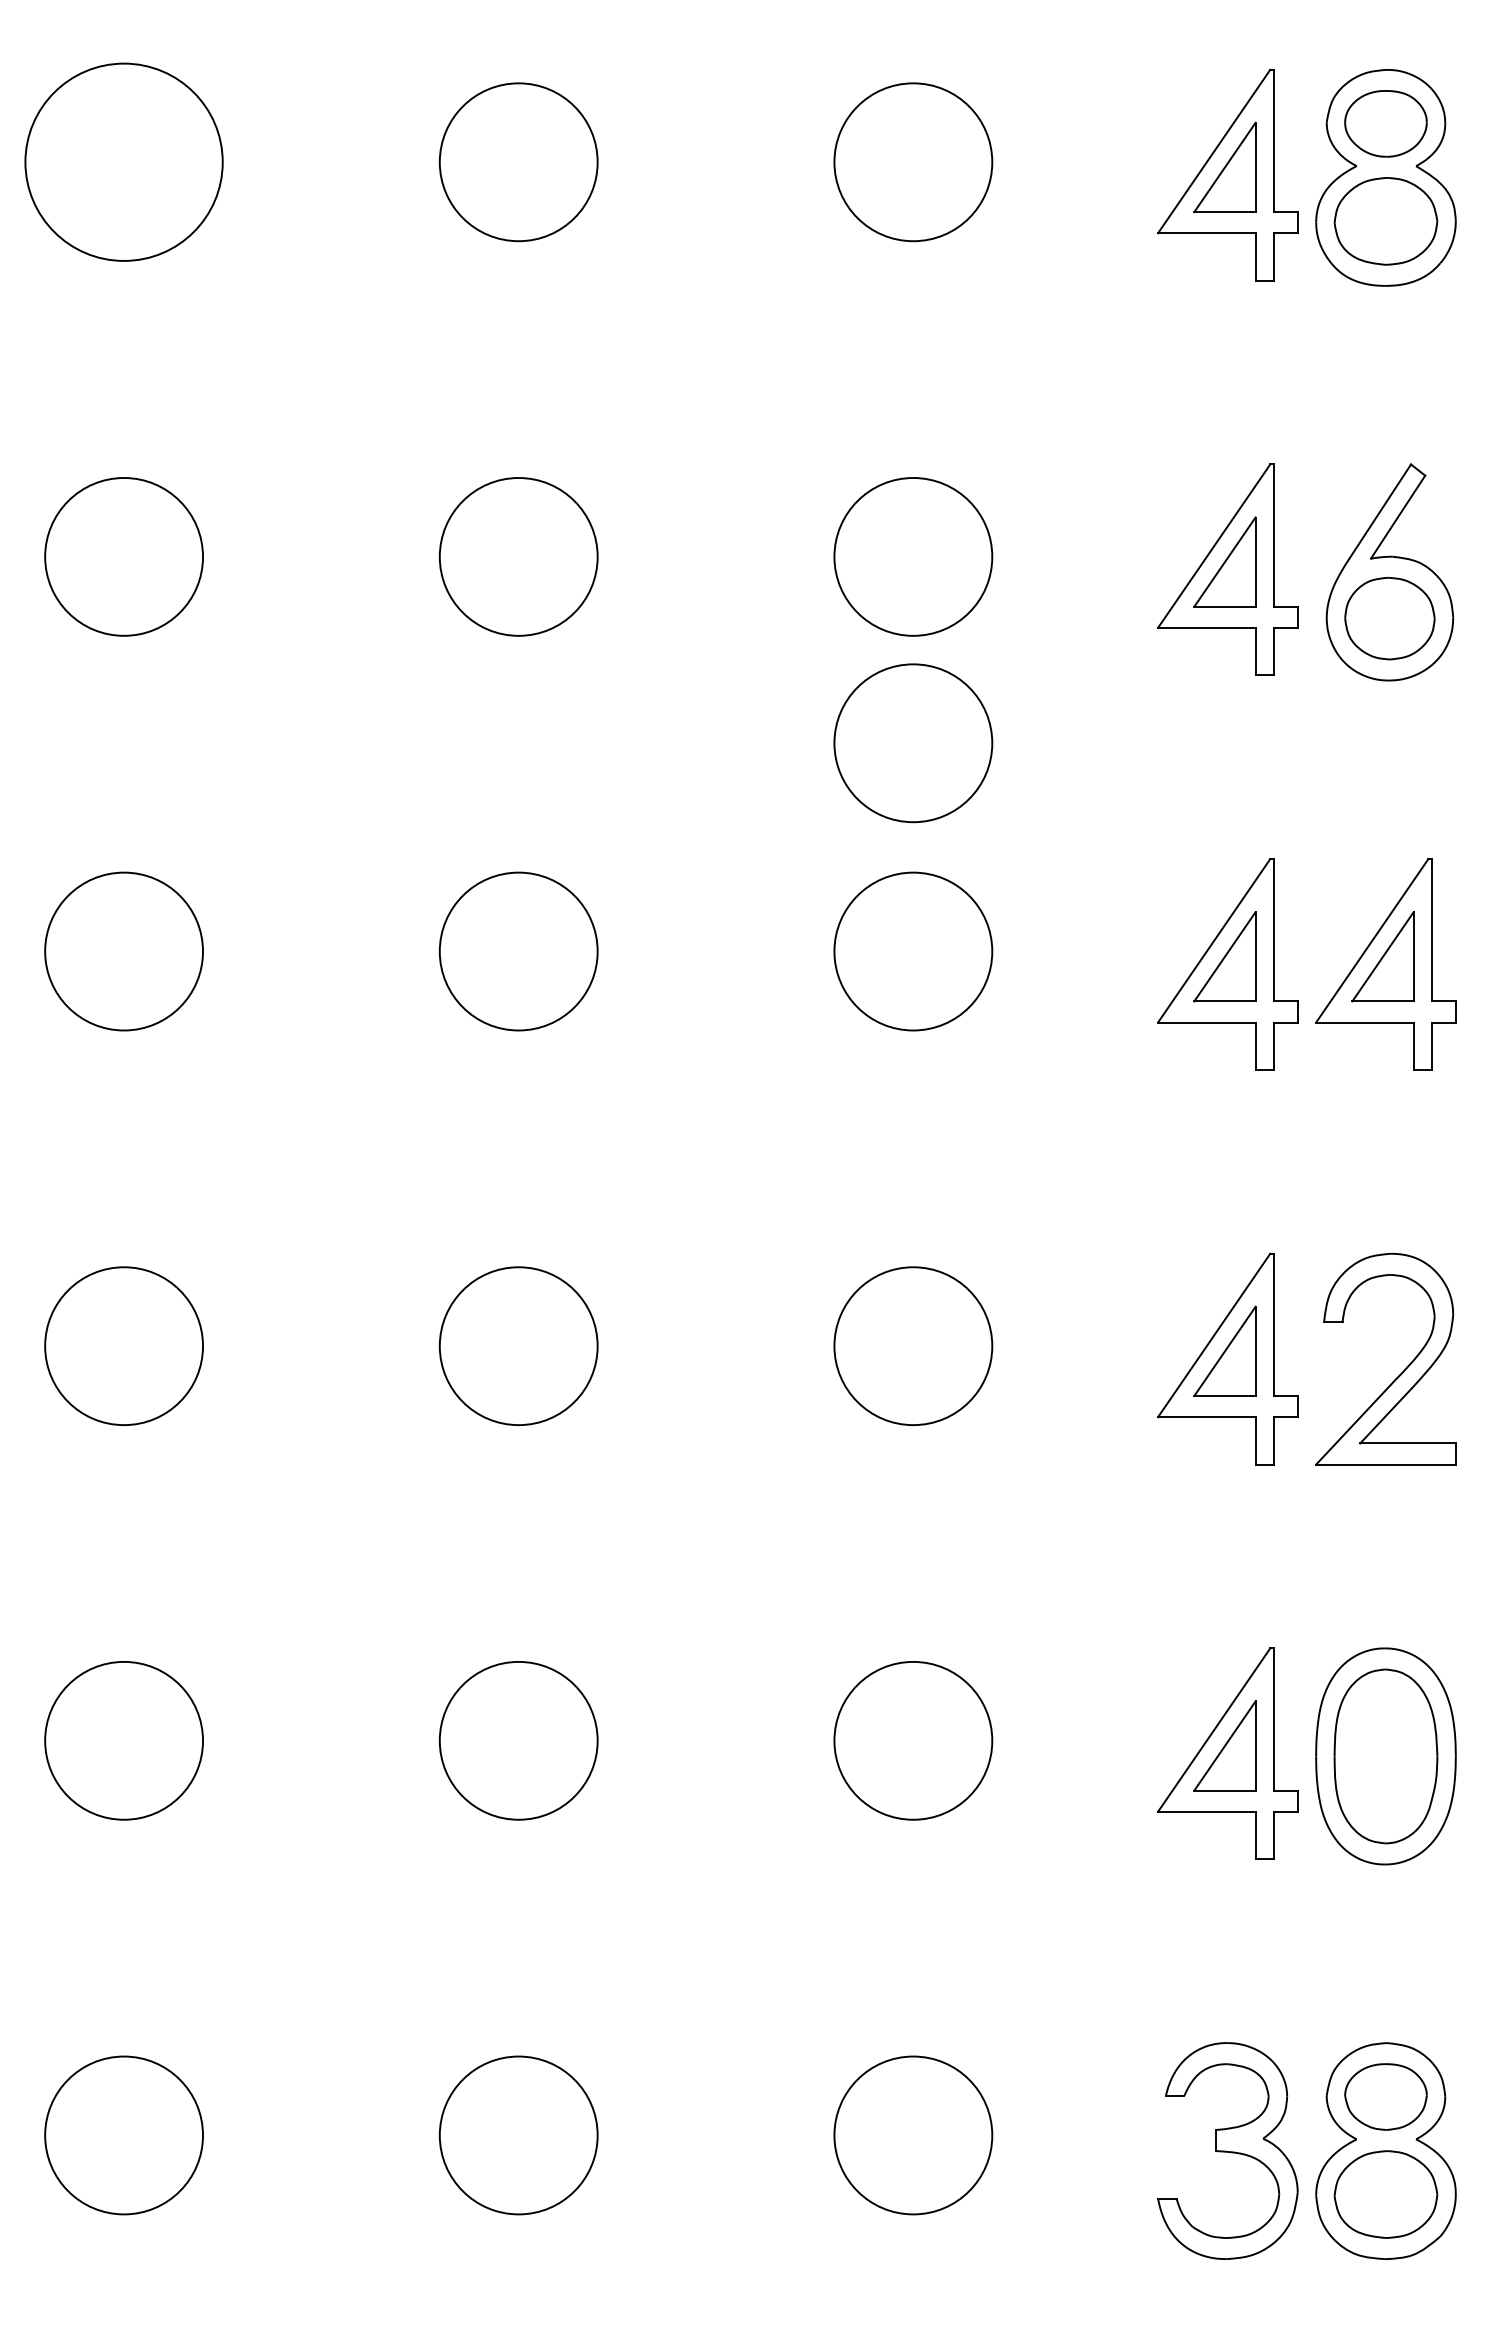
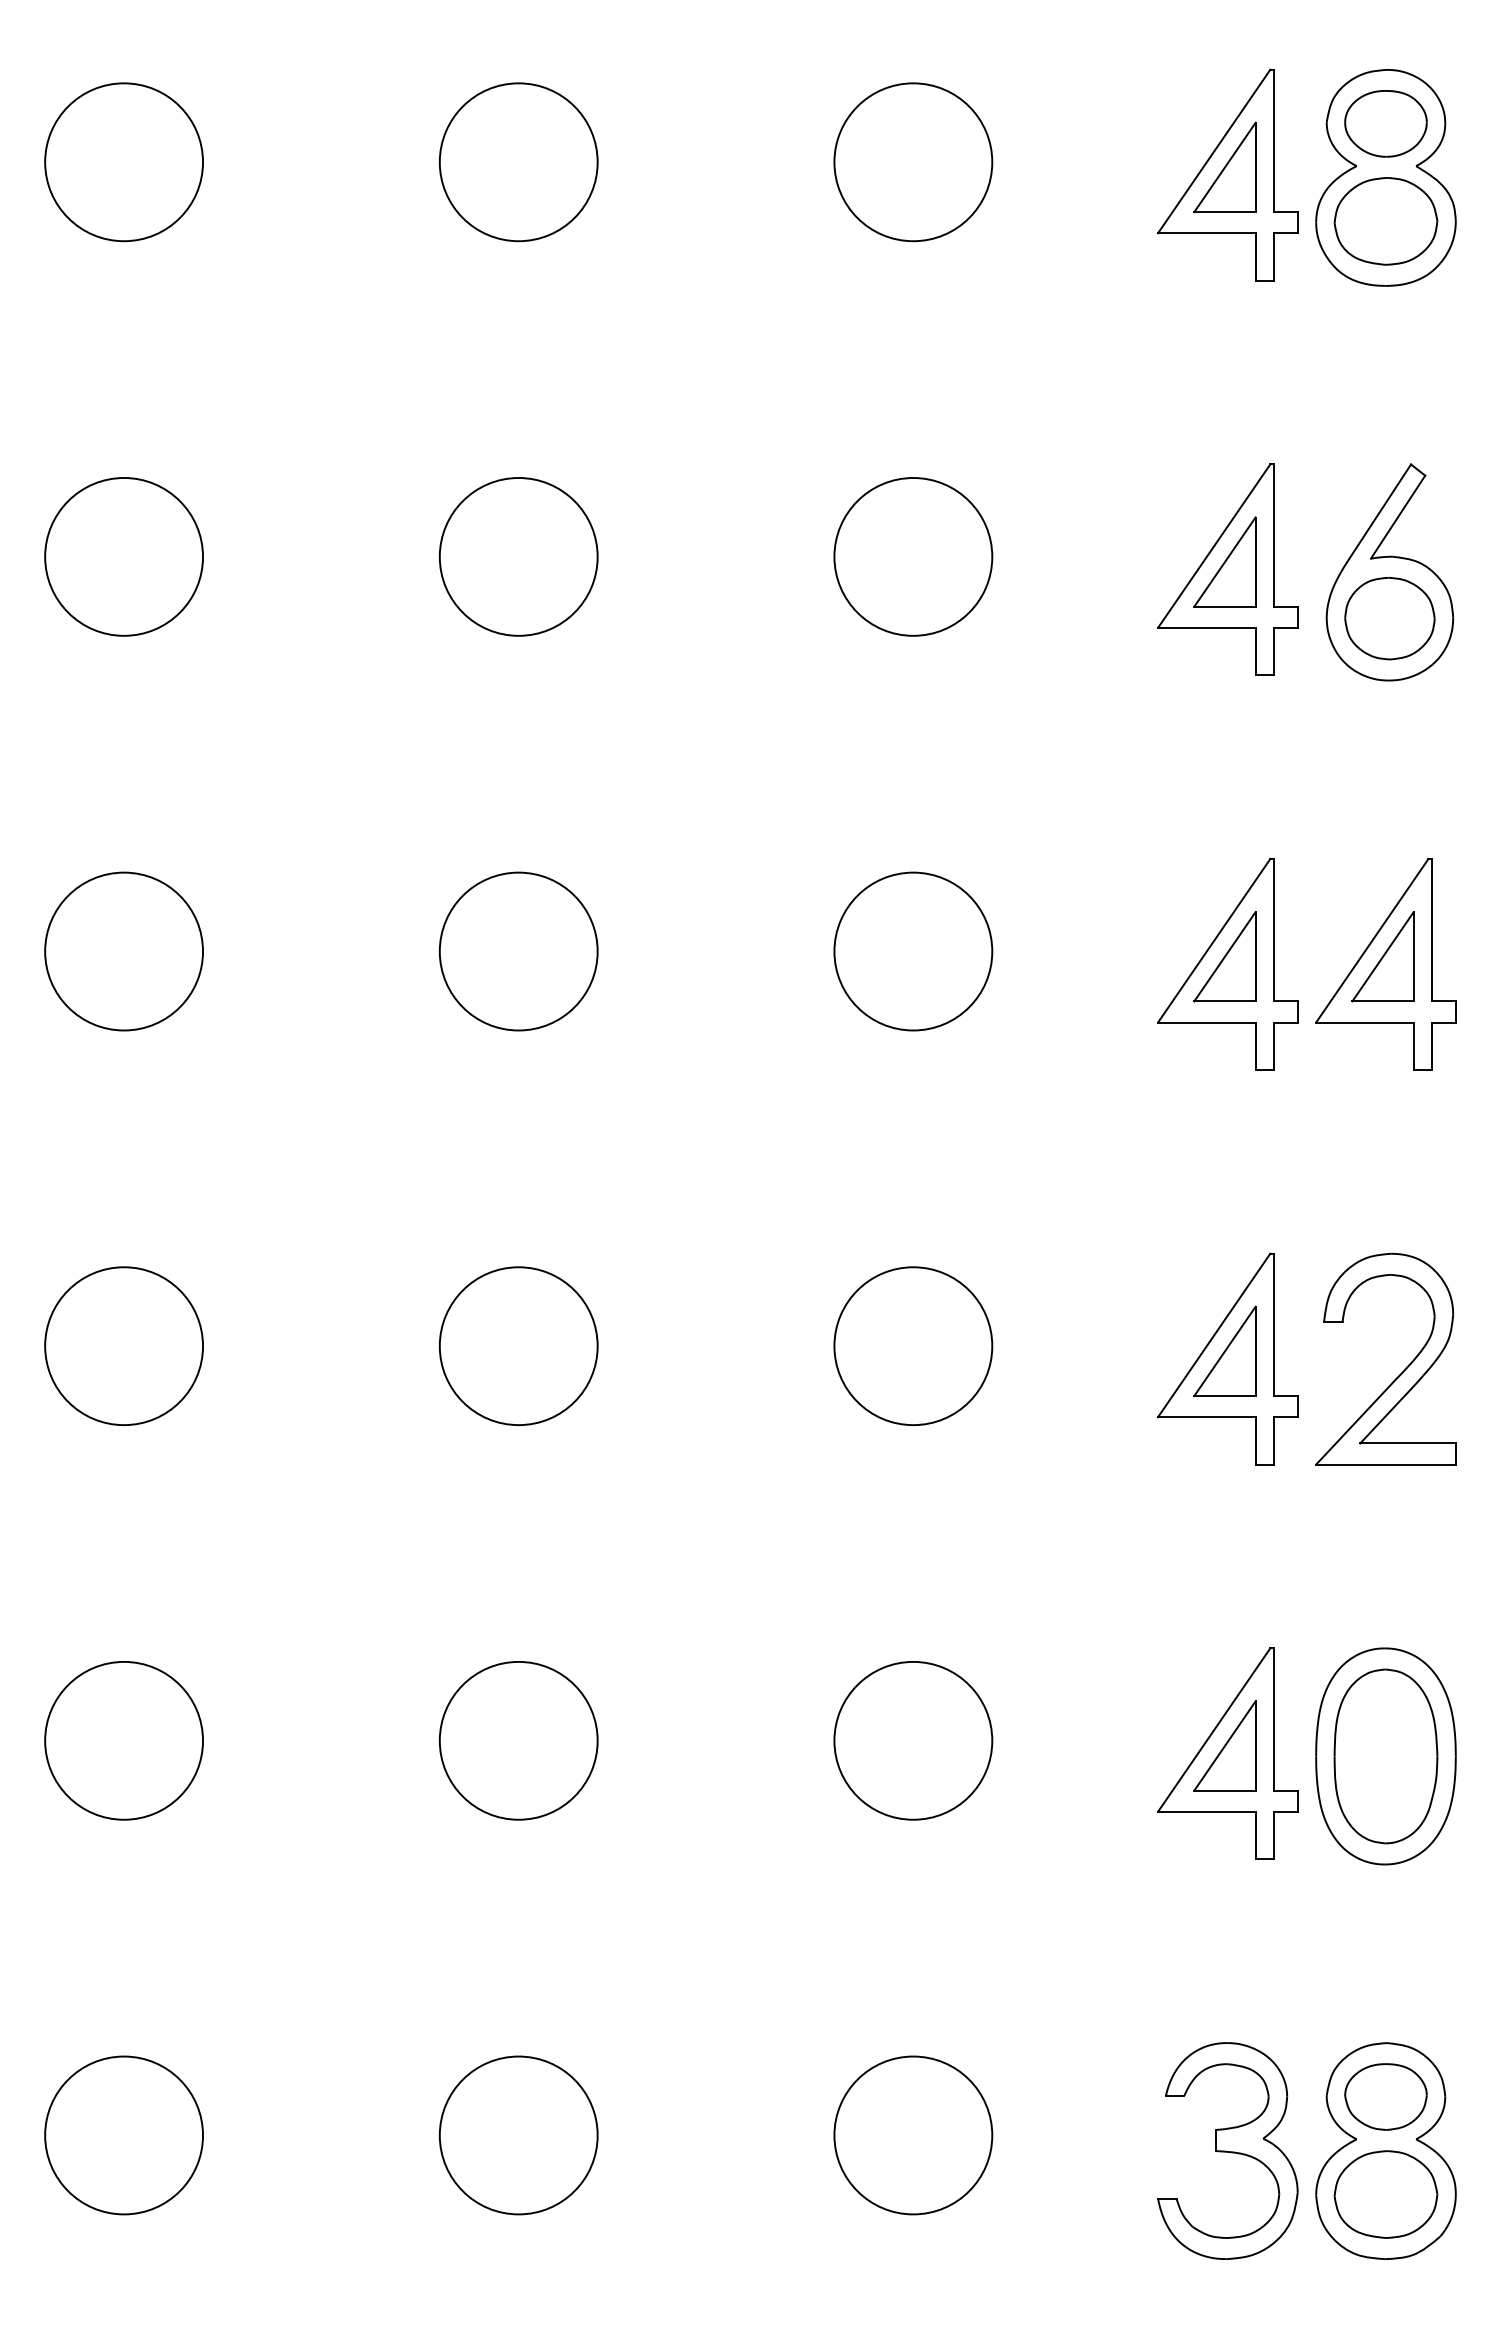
circle at (123, 161) diameter: 197 px -> 158 px
circle at (913, 743): present -> none
